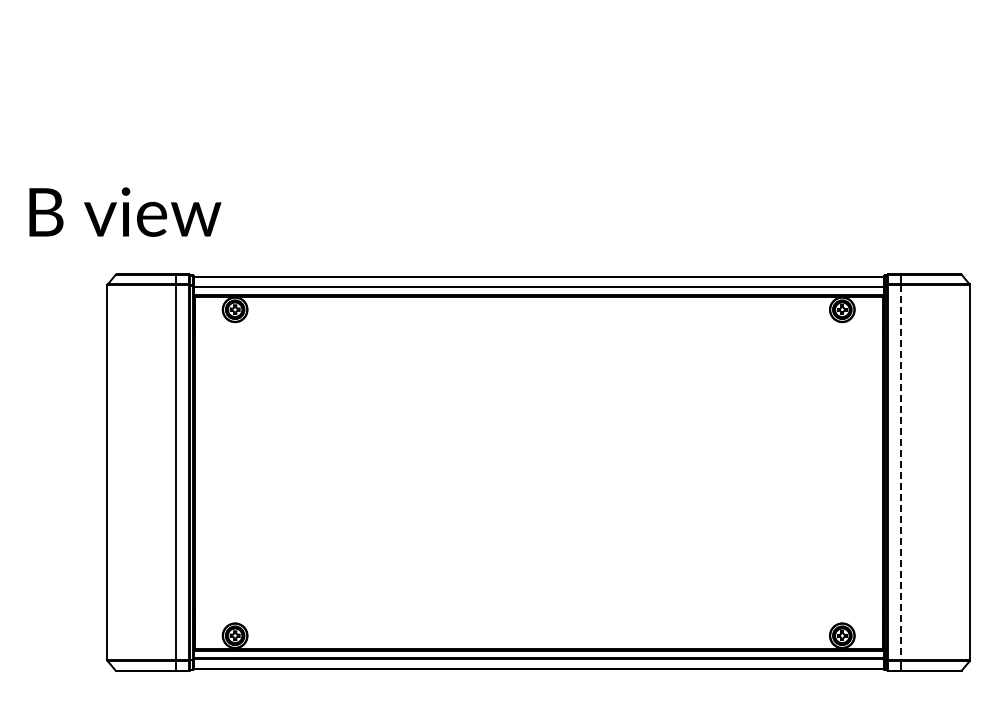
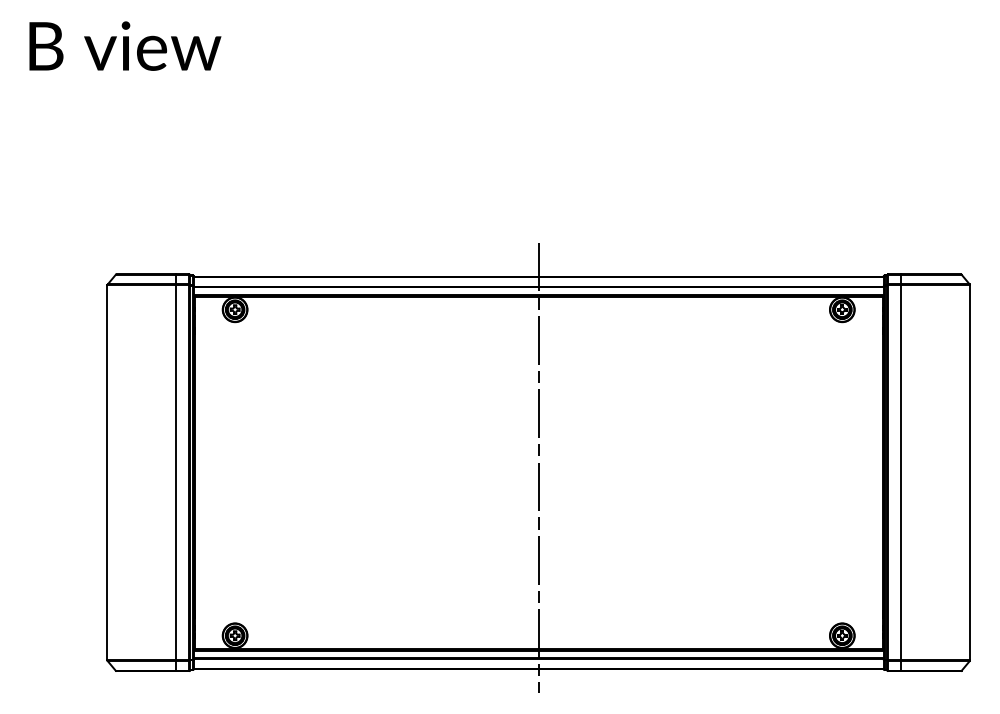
text at (125, 211) position: (125, 211) -> (125, 45)
line at (538, 467): none -> present
line at (900, 472): dashed -> solid
